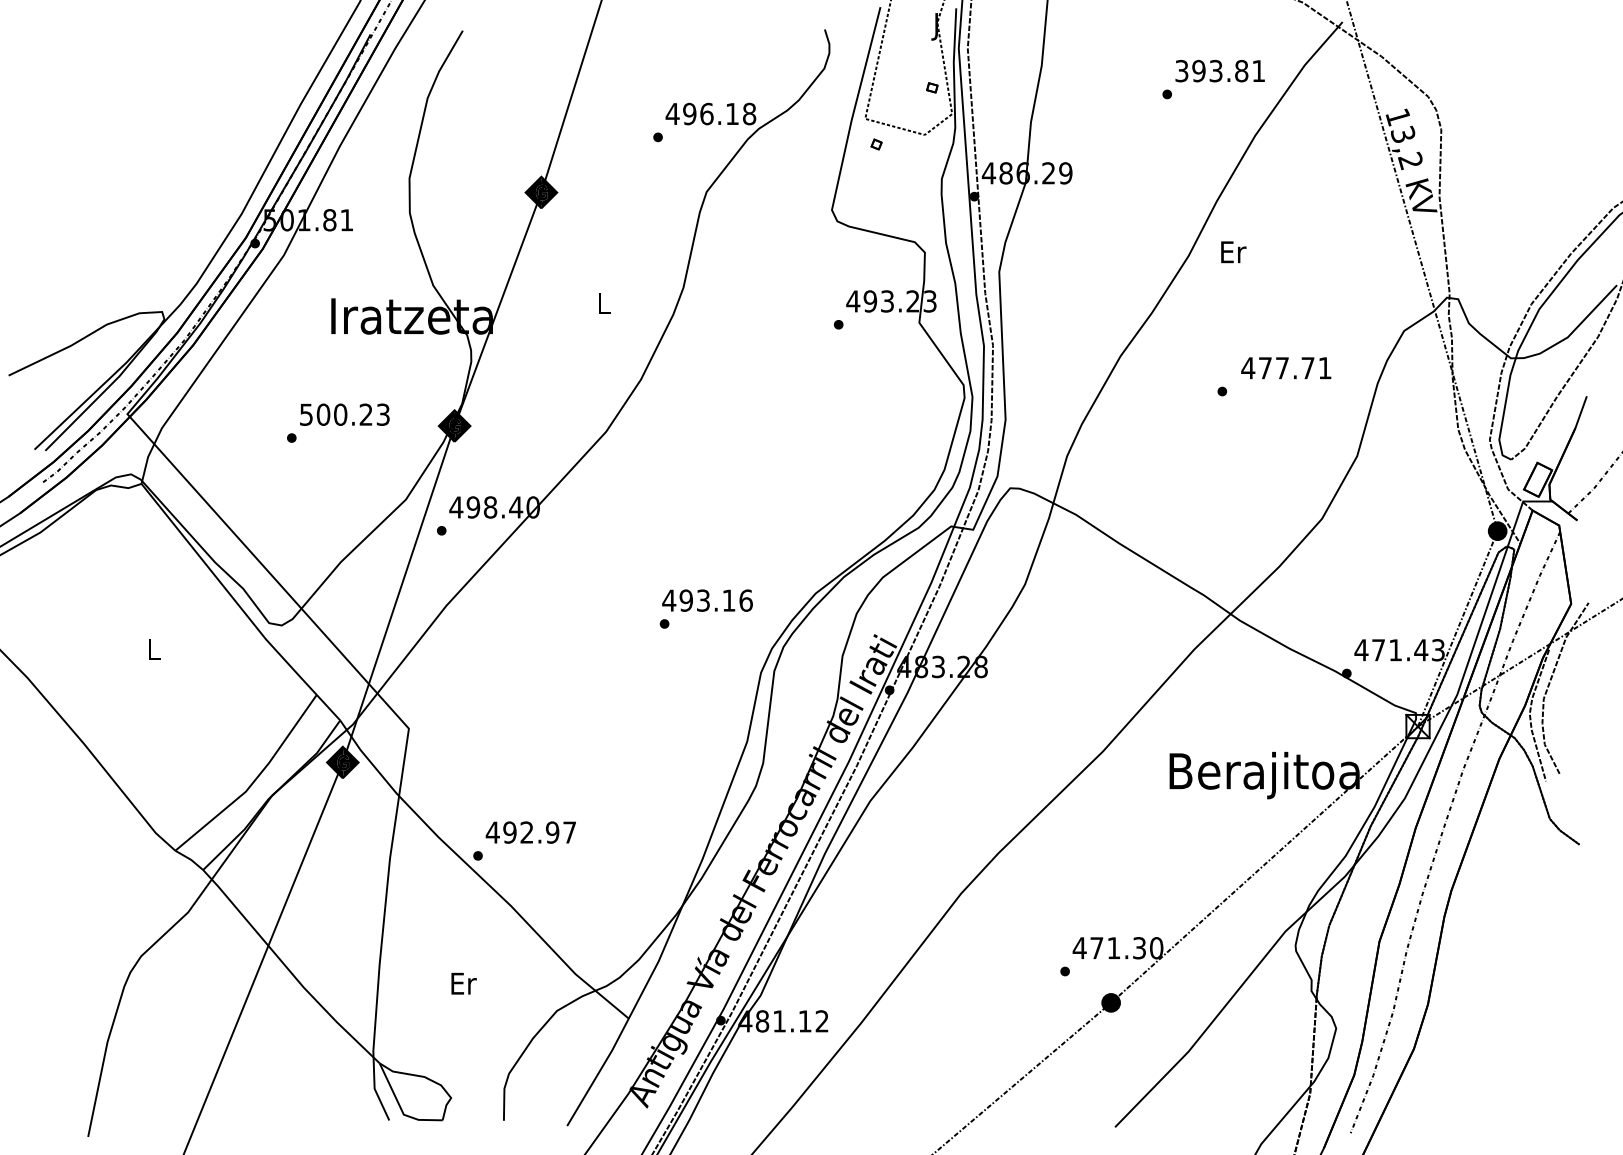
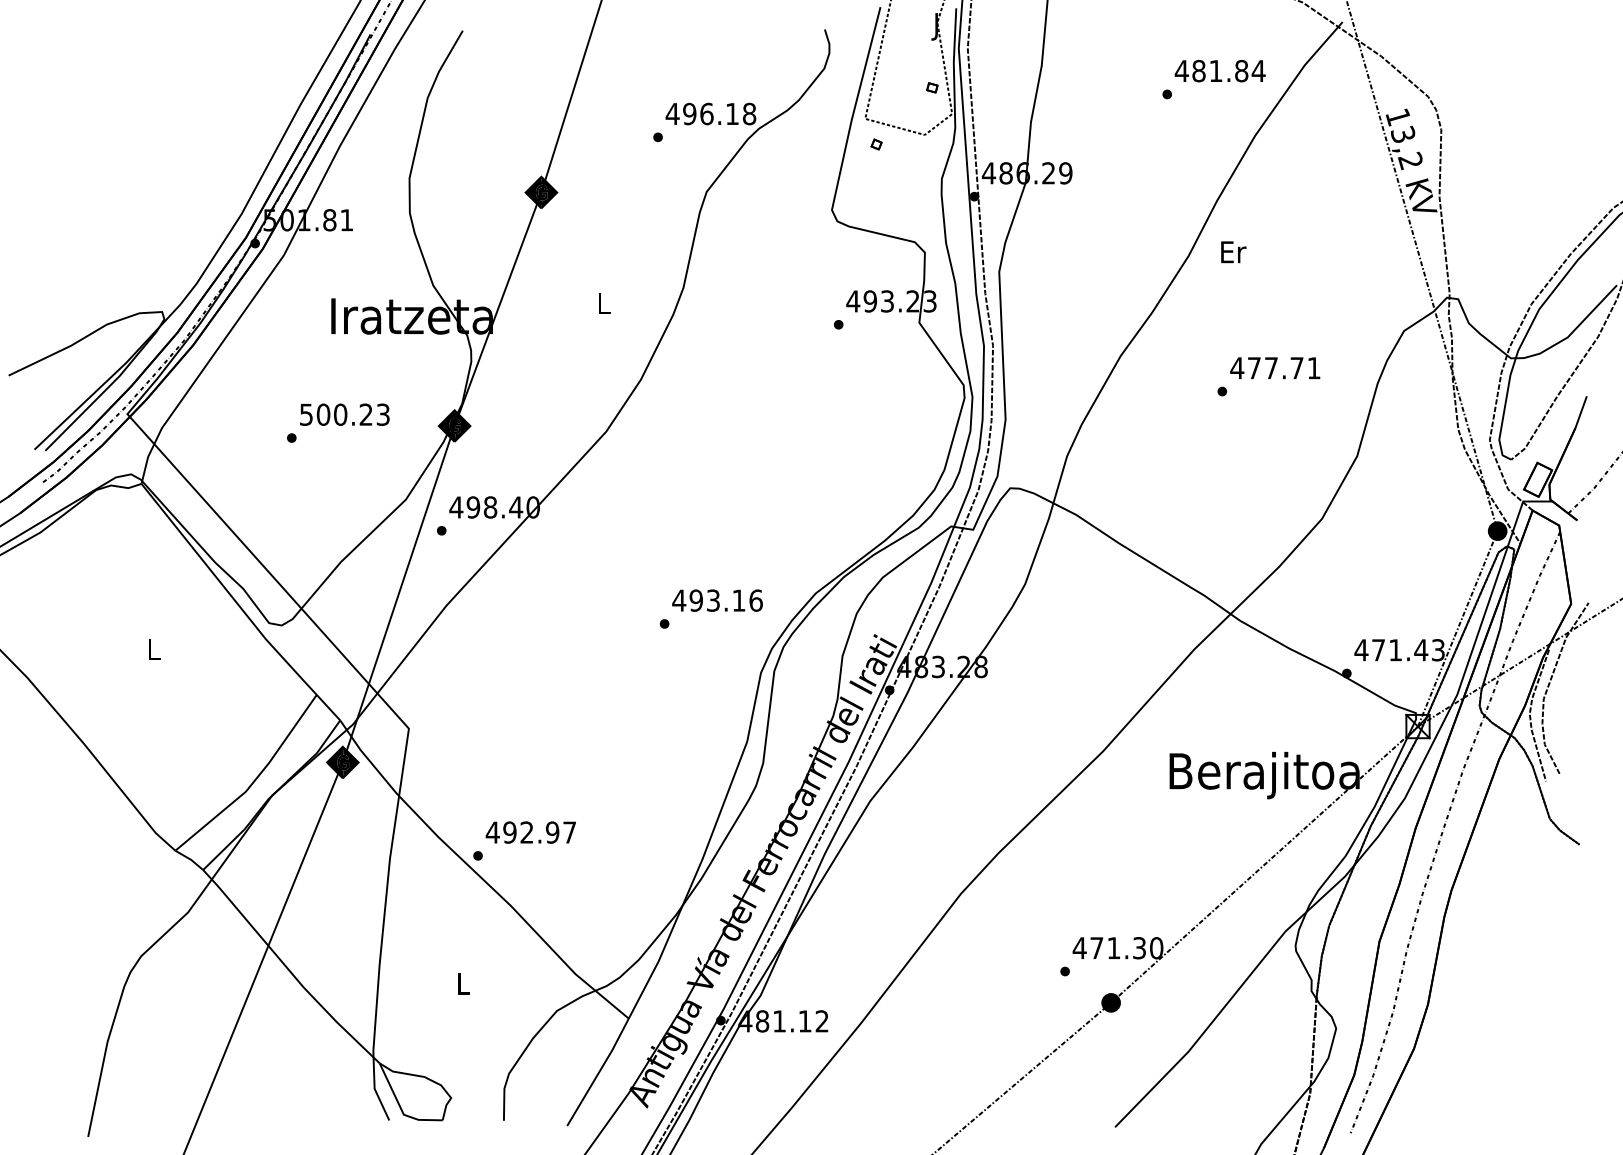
text at (1219, 70): 393.81 -> 481.84
text at (1286, 368) position: (1286, 368) -> (1275, 368)
text at (707, 600) position: (707, 600) -> (717, 600)
text at (463, 983): Er -> L
